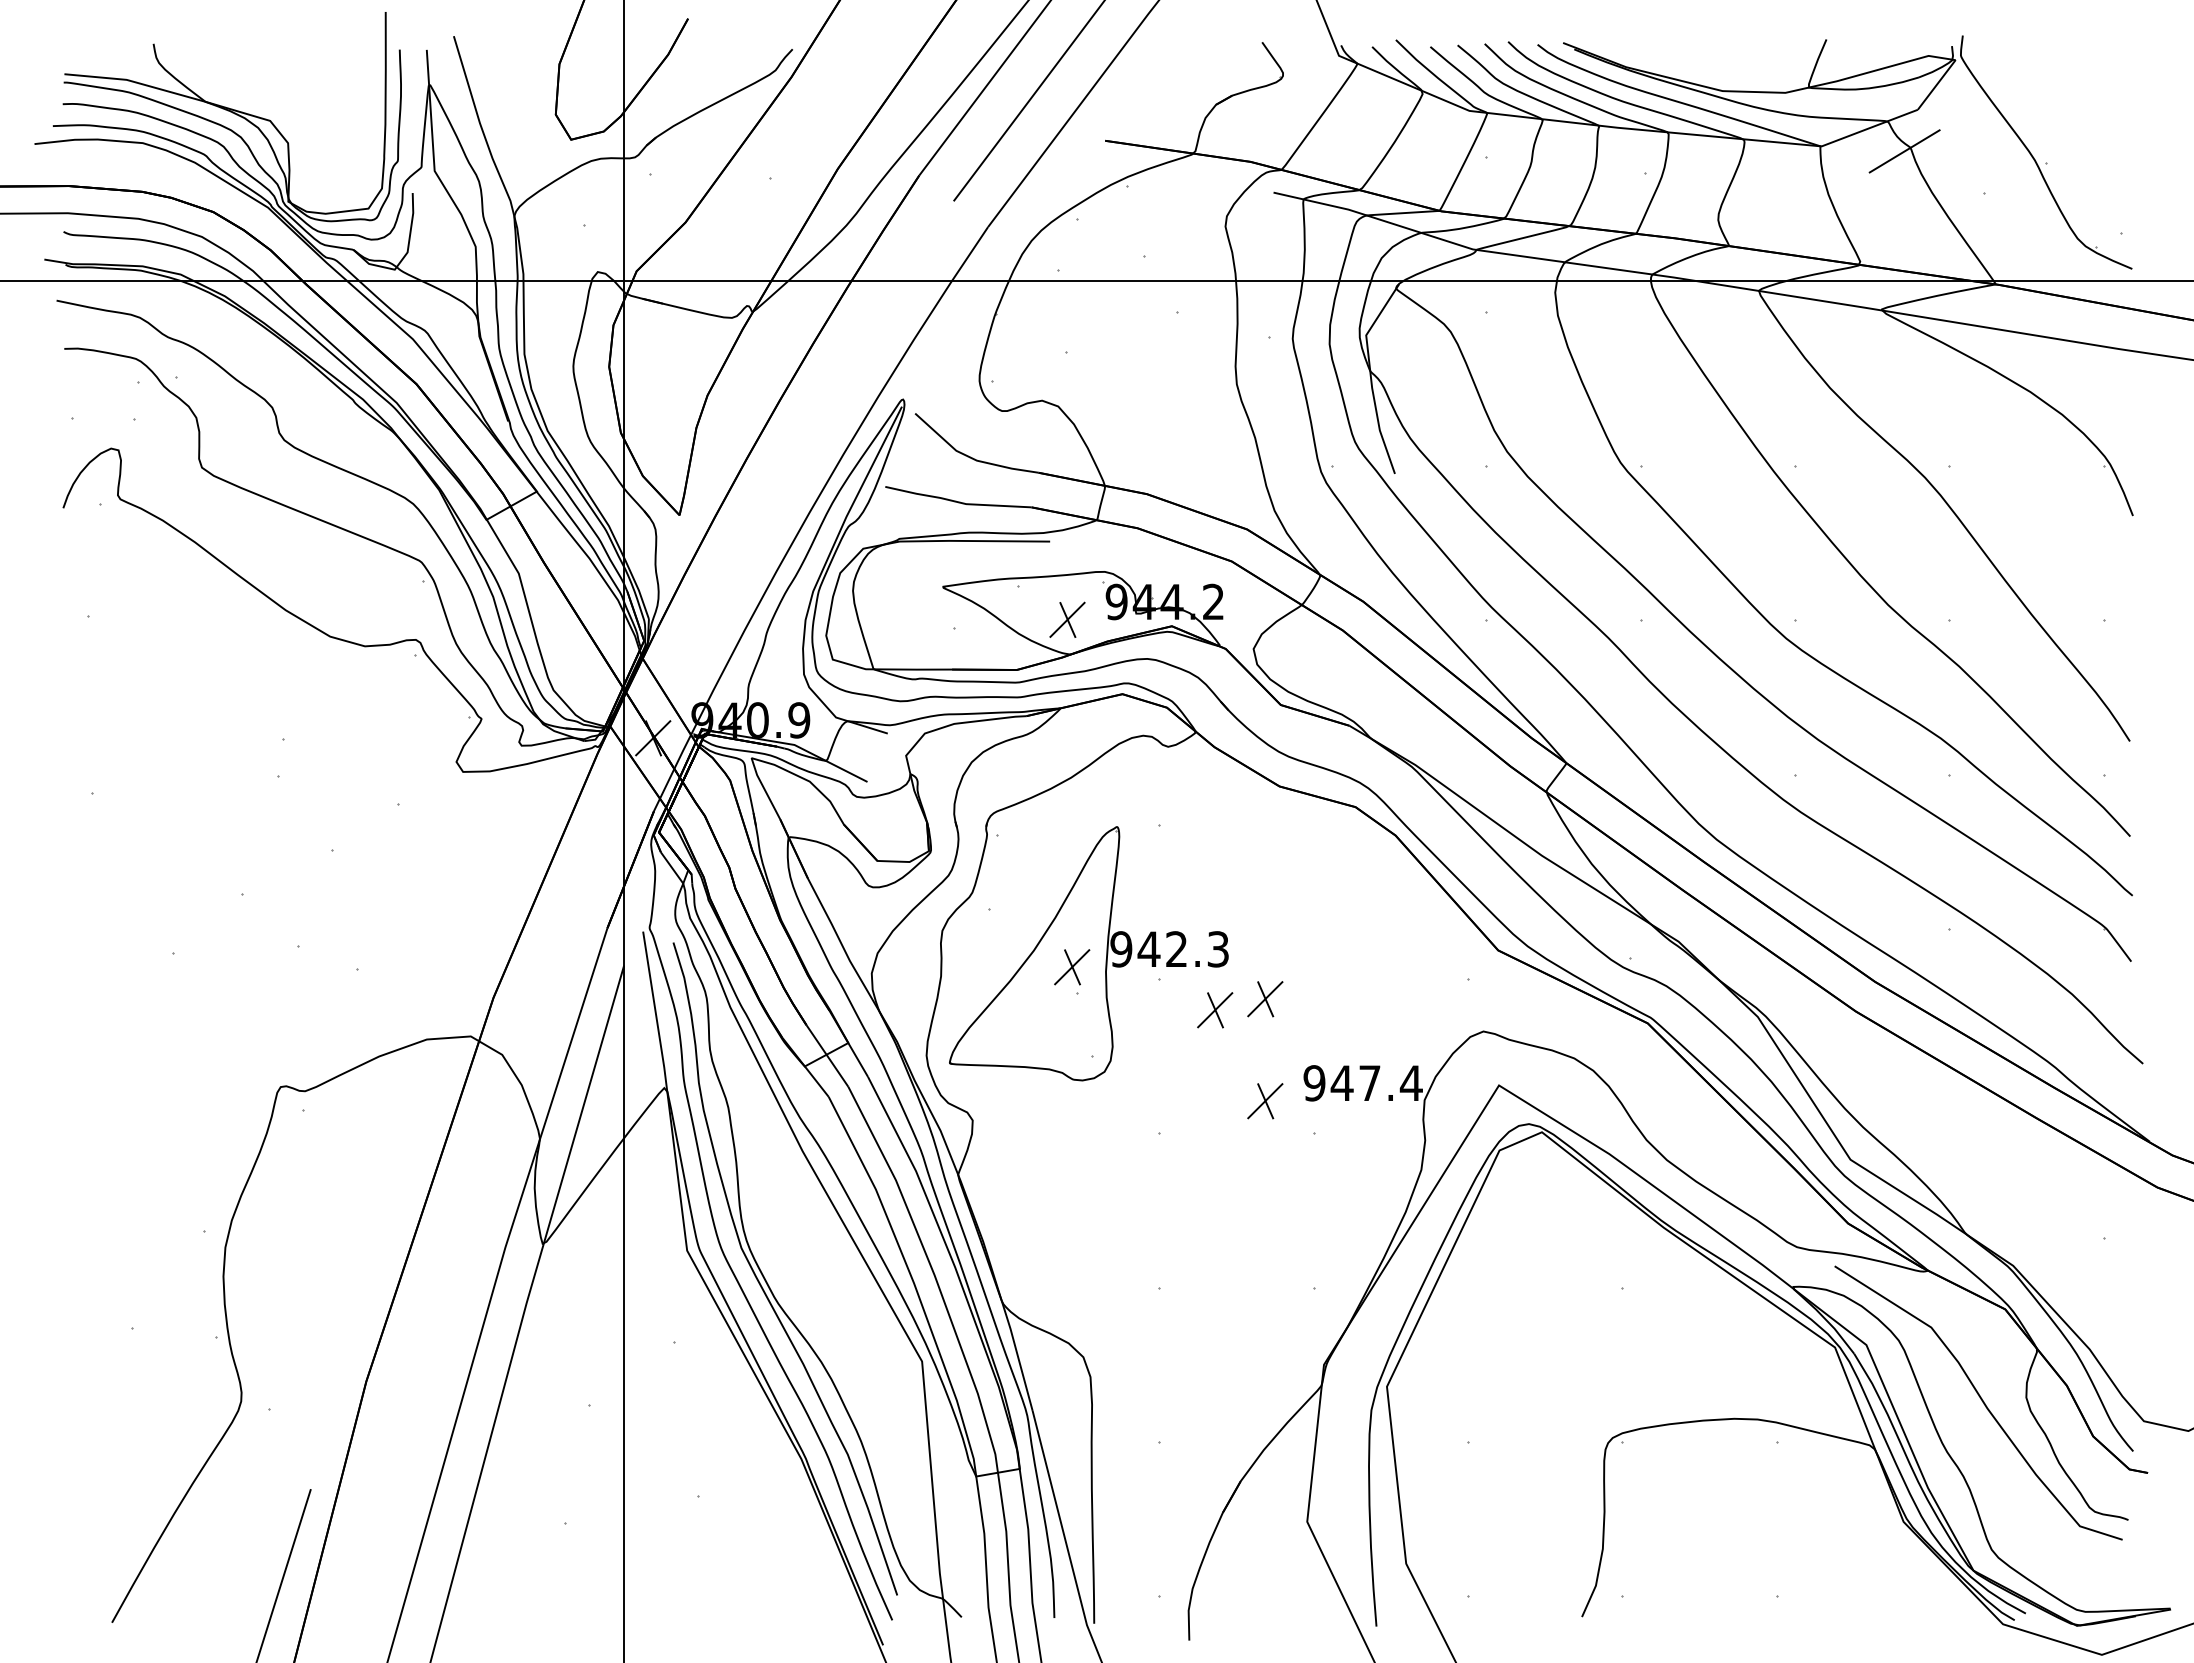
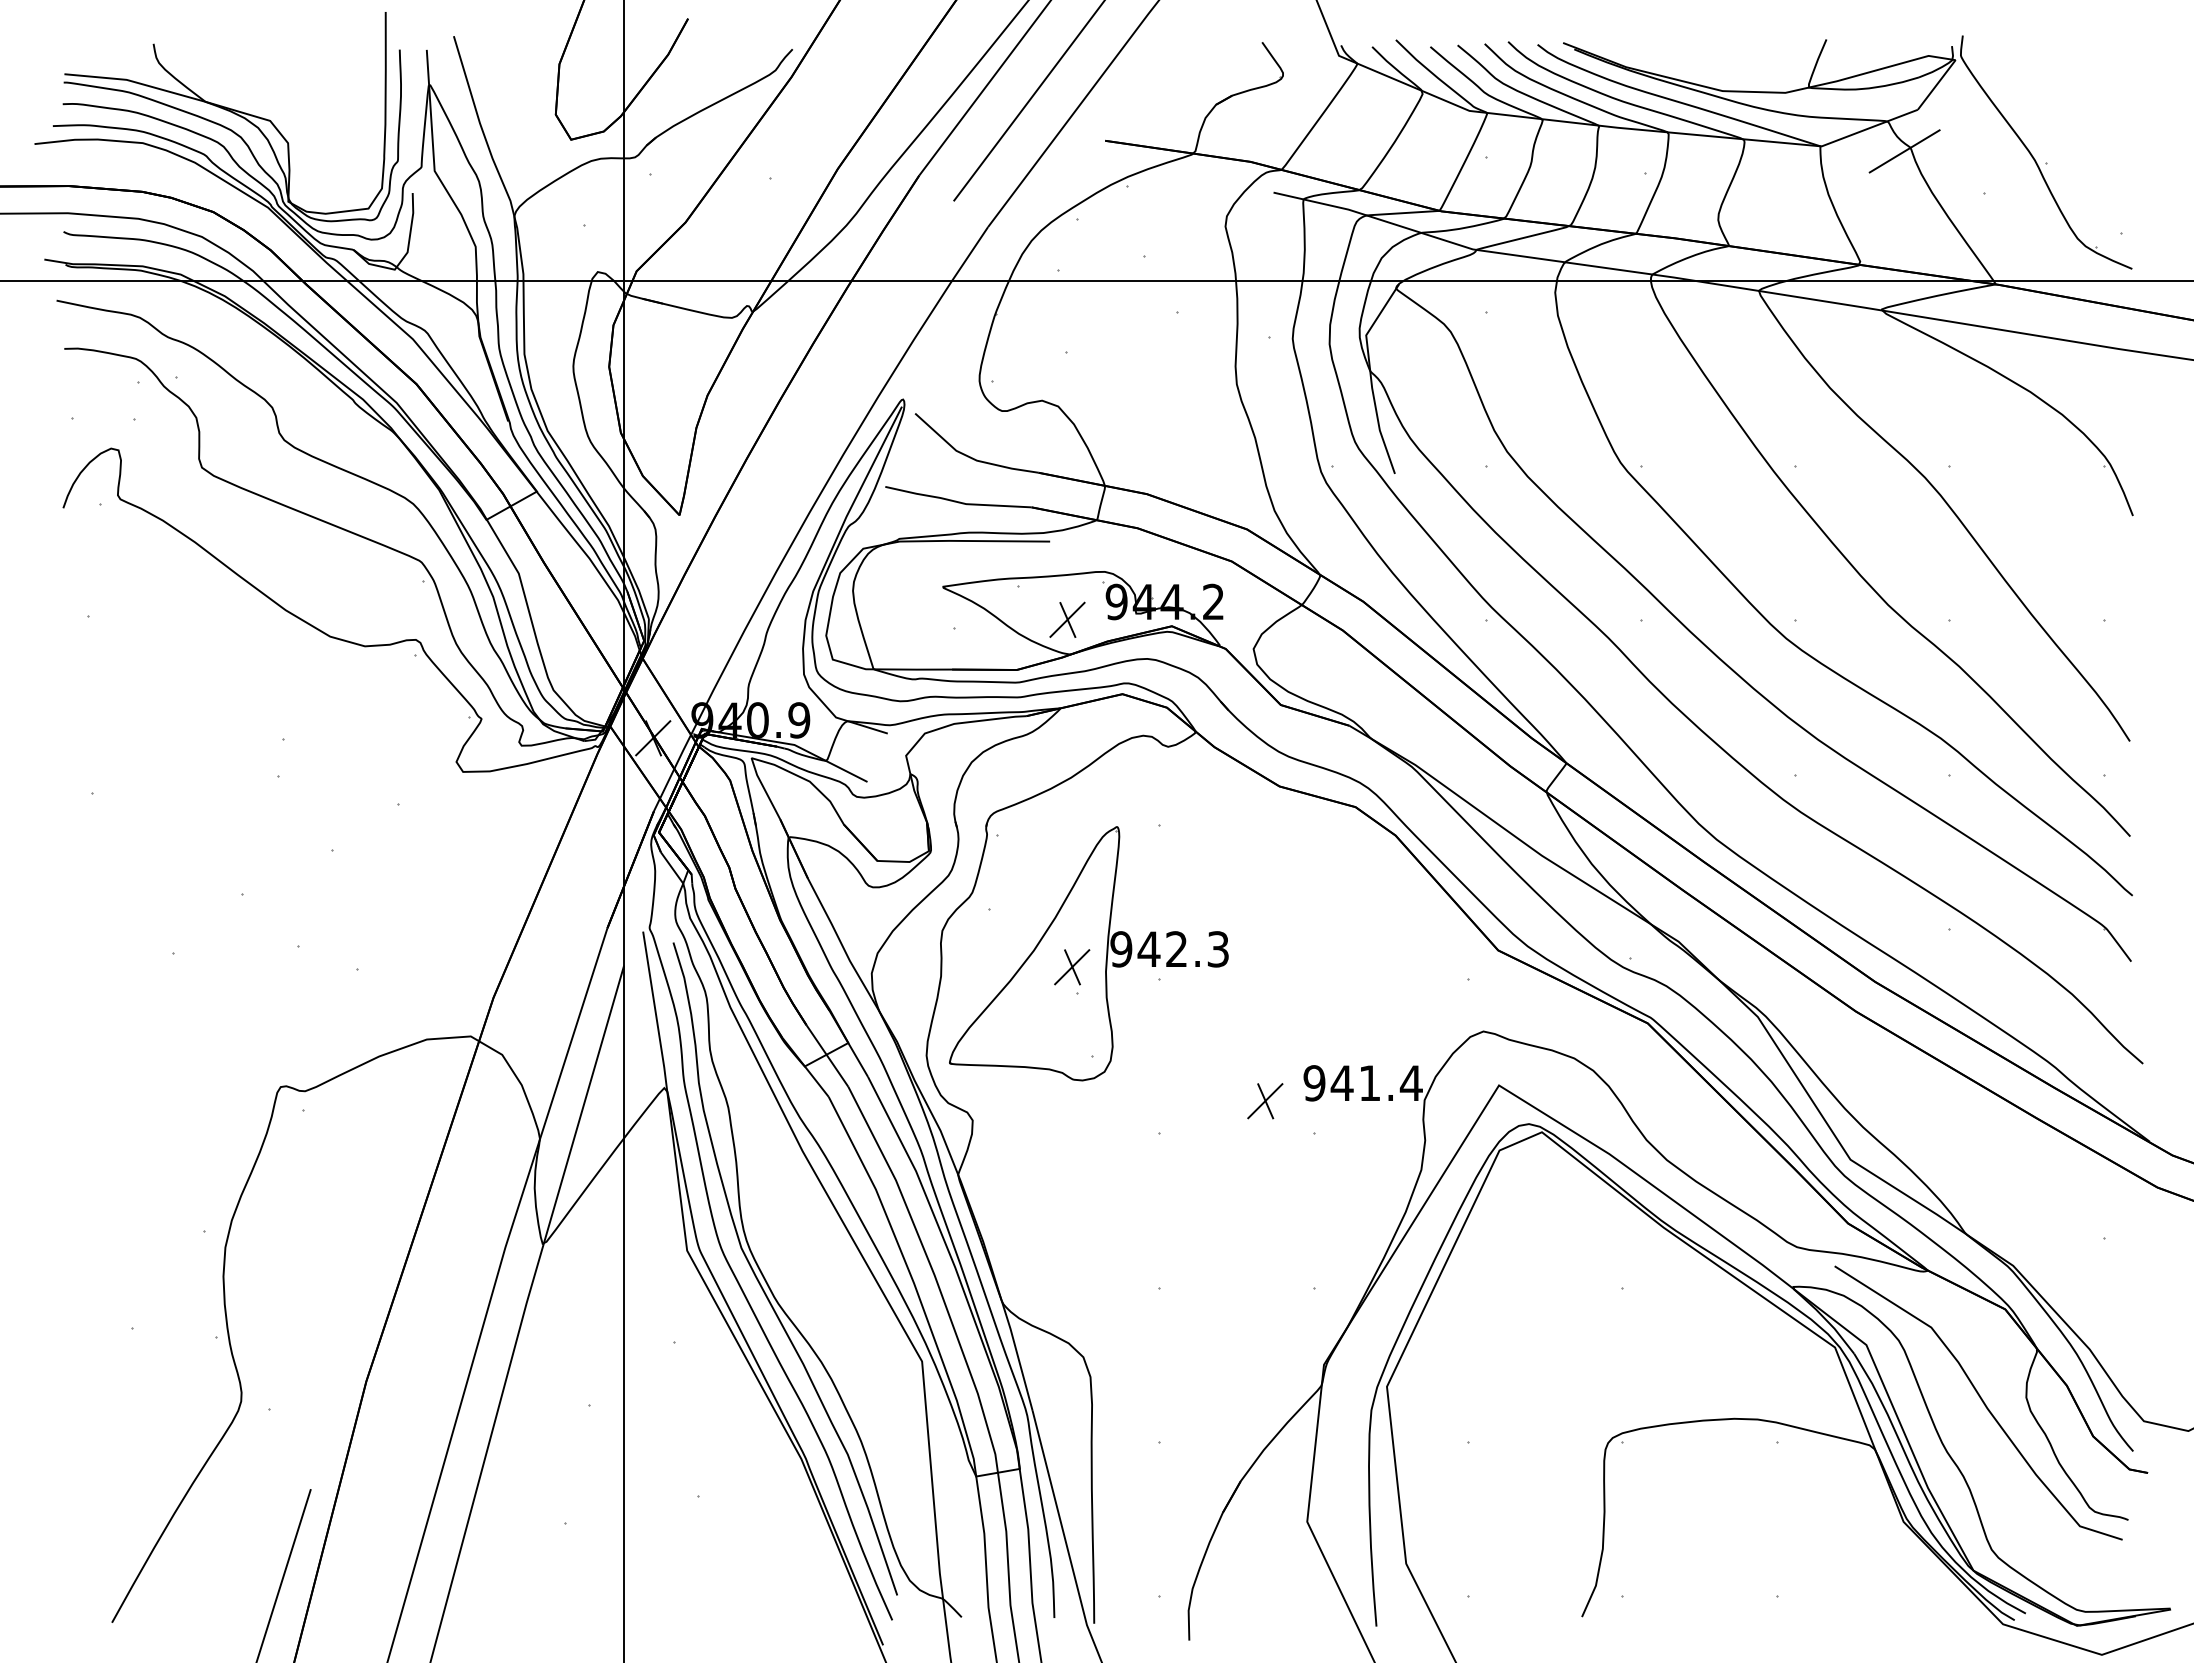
part at (1265, 999): present -> none
part at (1215, 1010): present -> none
text at (1369, 1082): 947.4 -> 941.4
